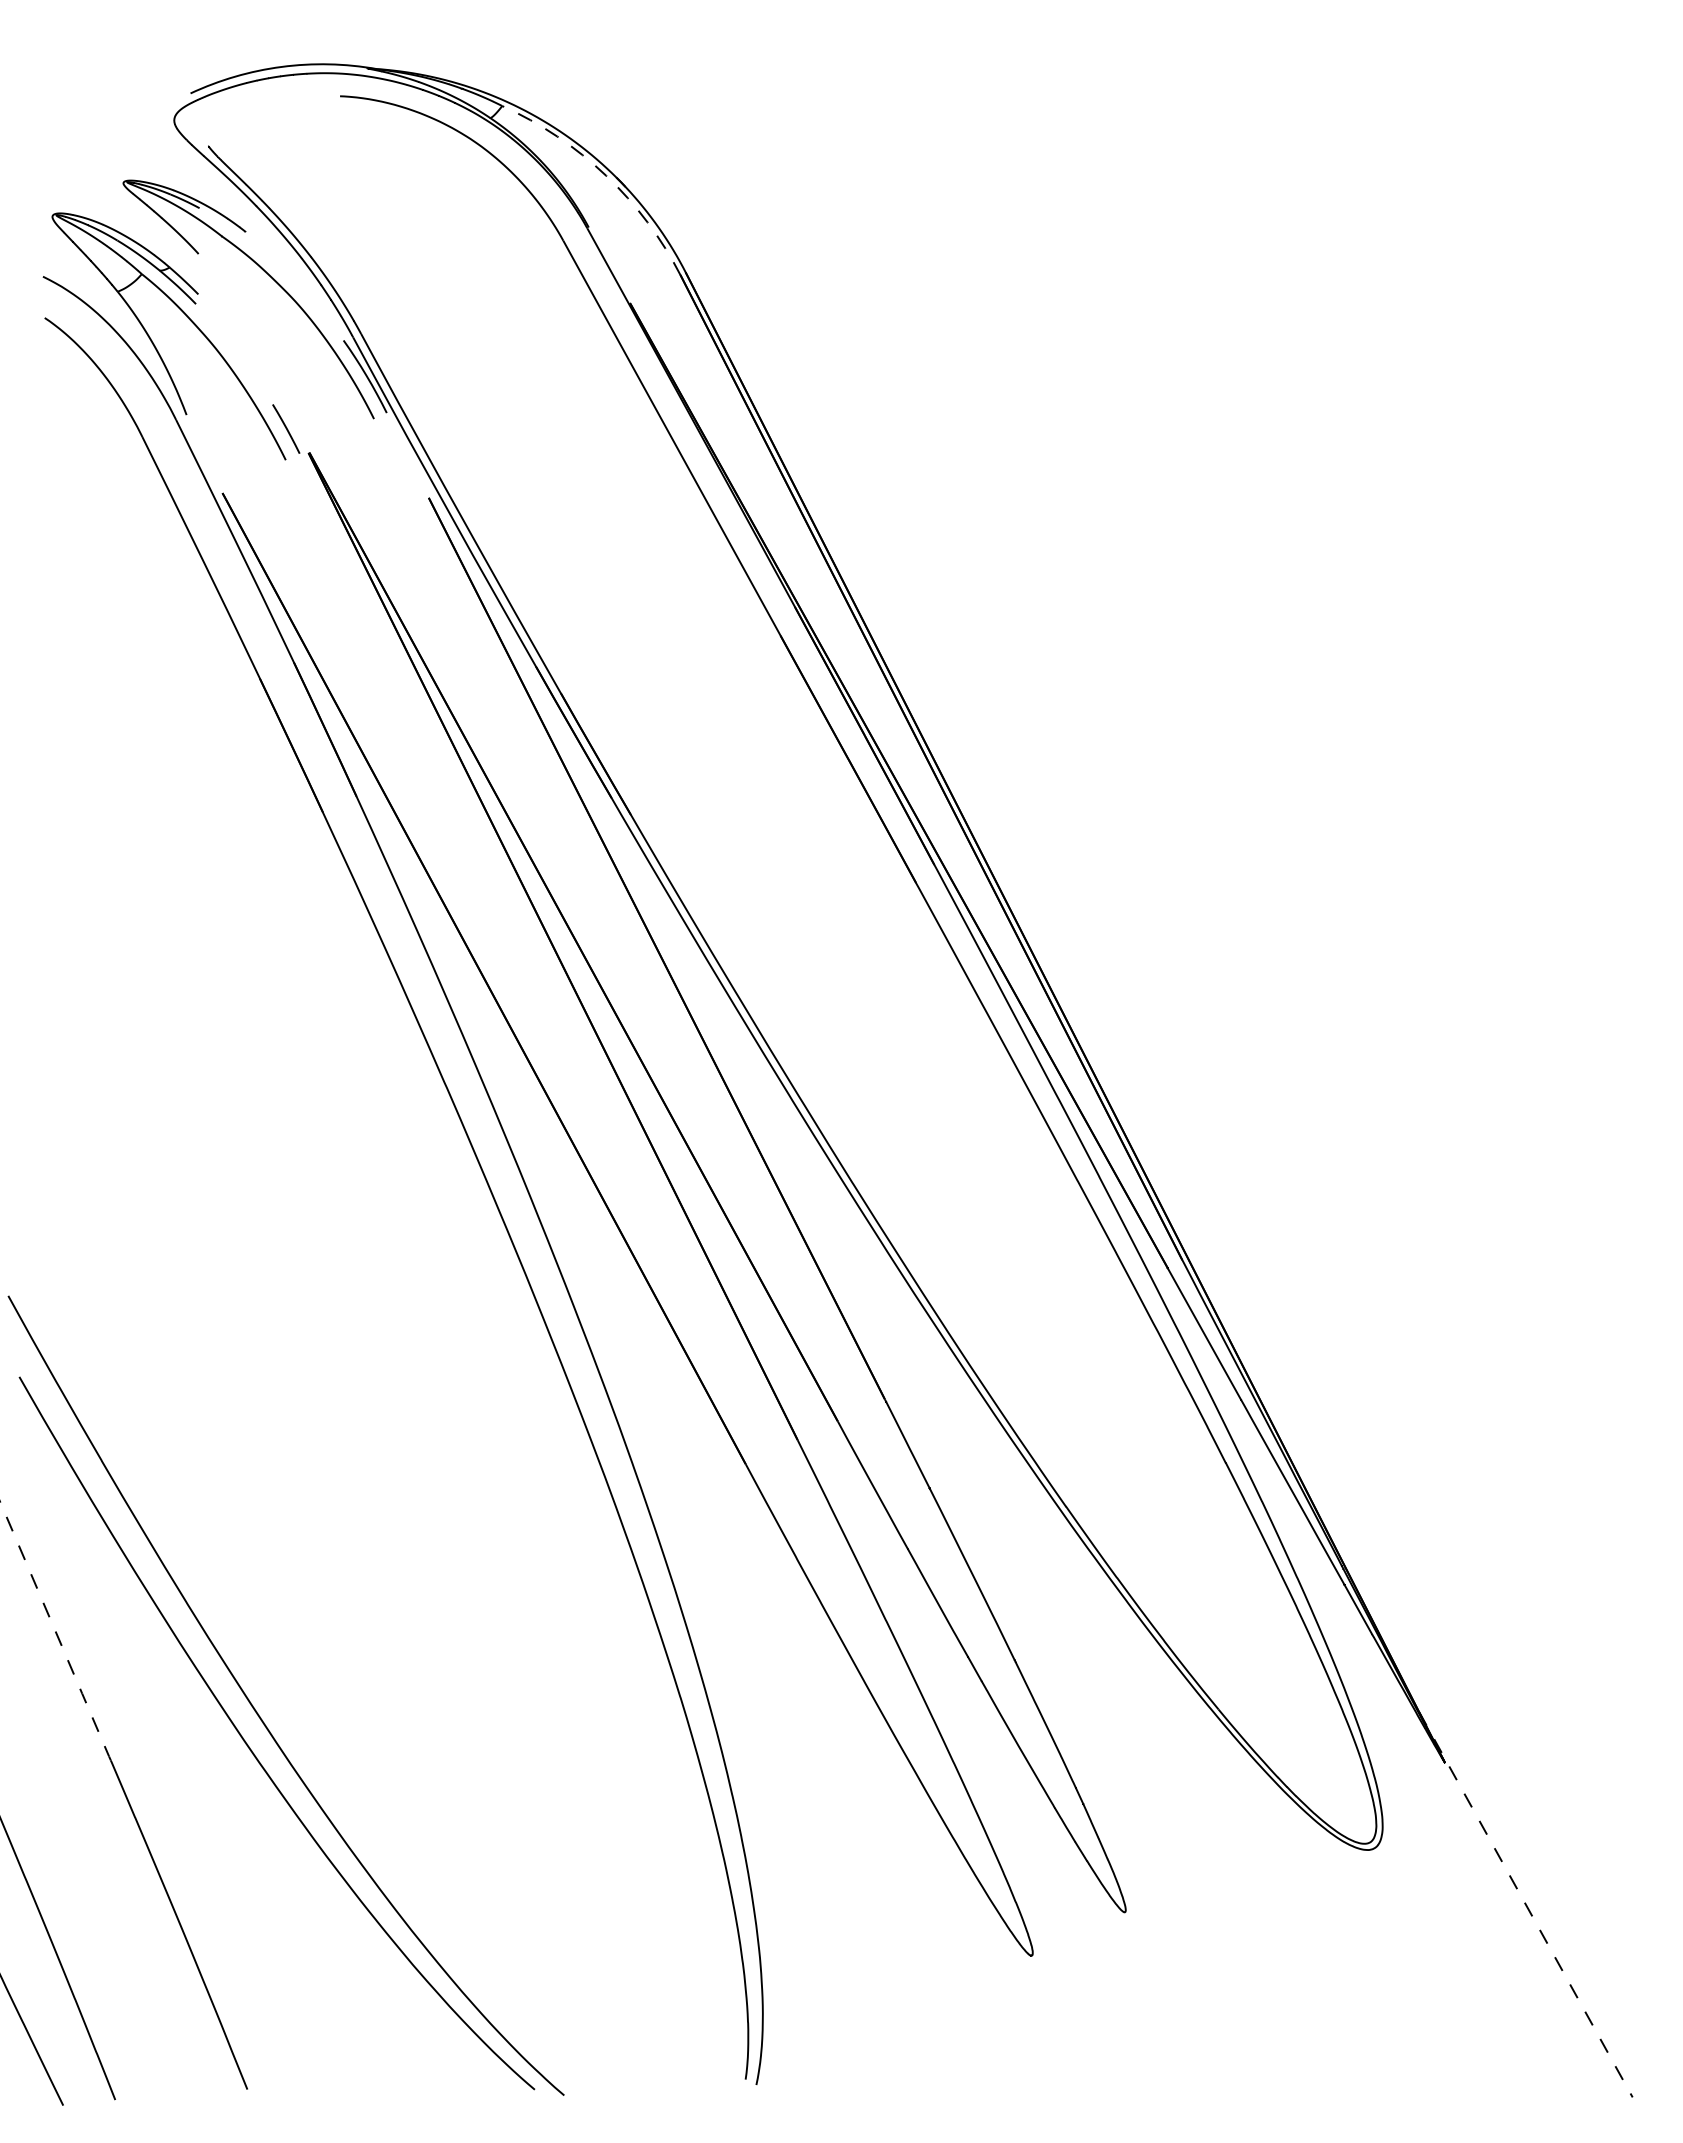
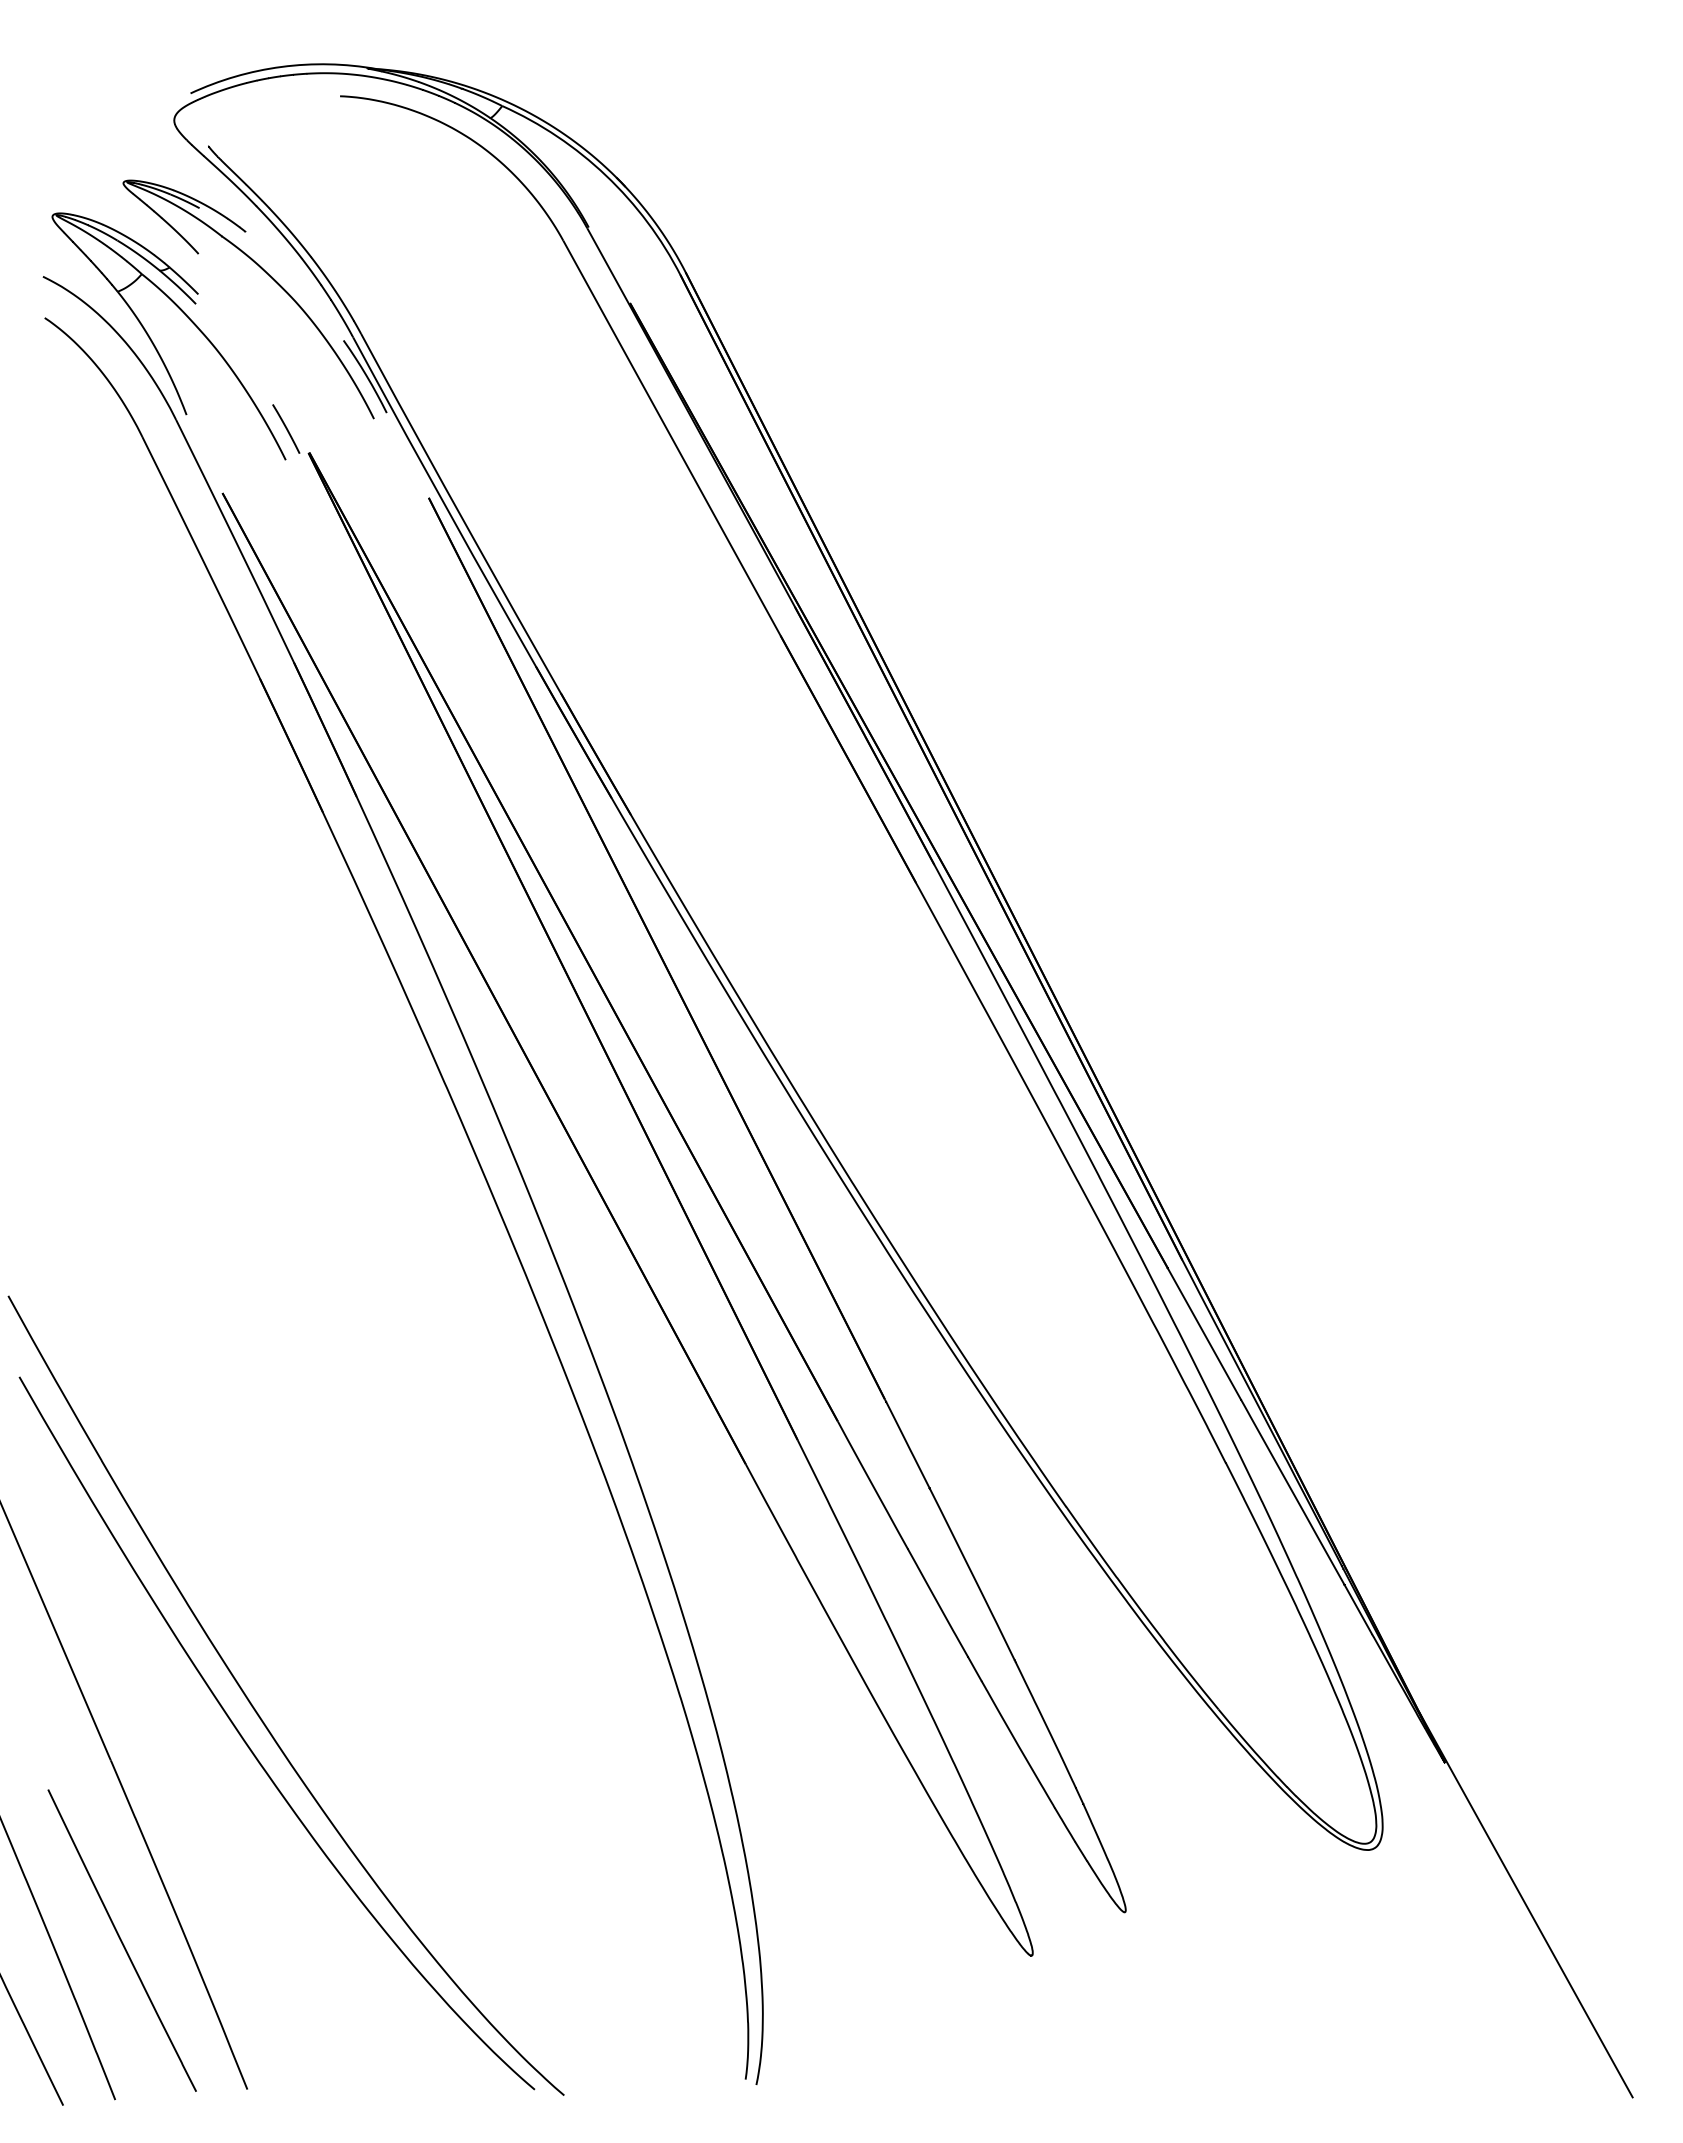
line at (606, 175): dashed -> solid
line at (55, 1630): dashed -> solid
line at (1526, 1905): dashed -> solid
curve at (121, 1940): none -> present
